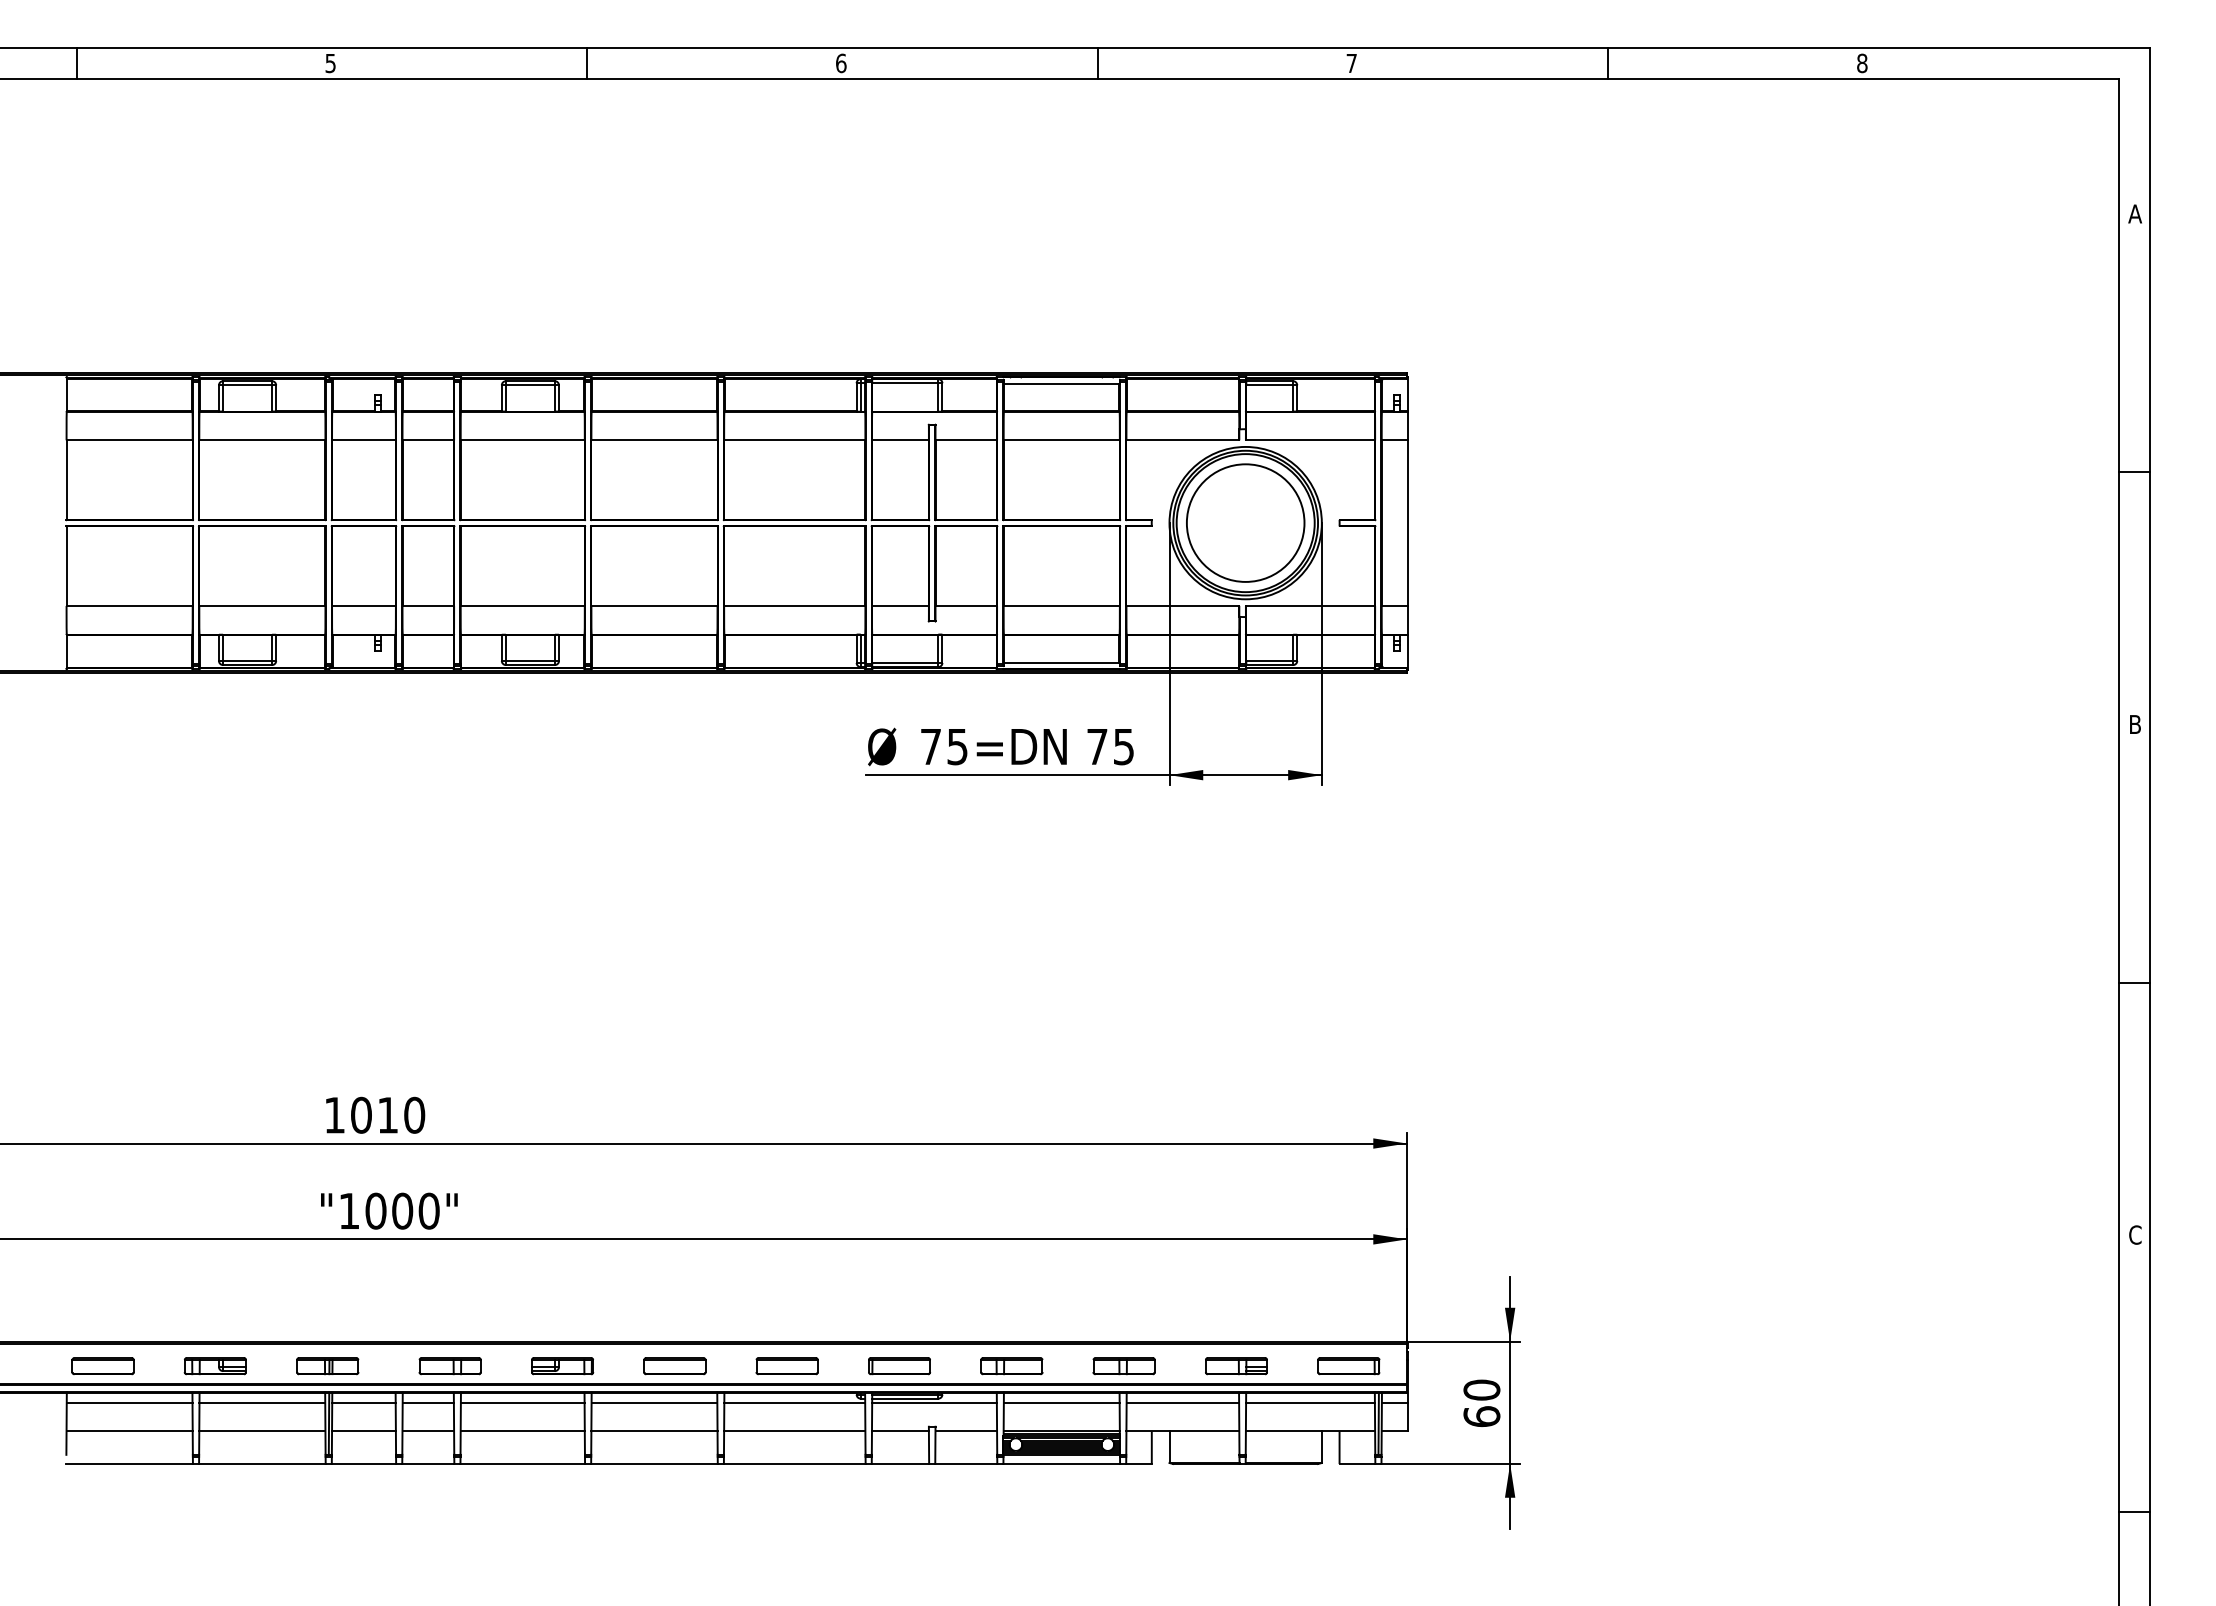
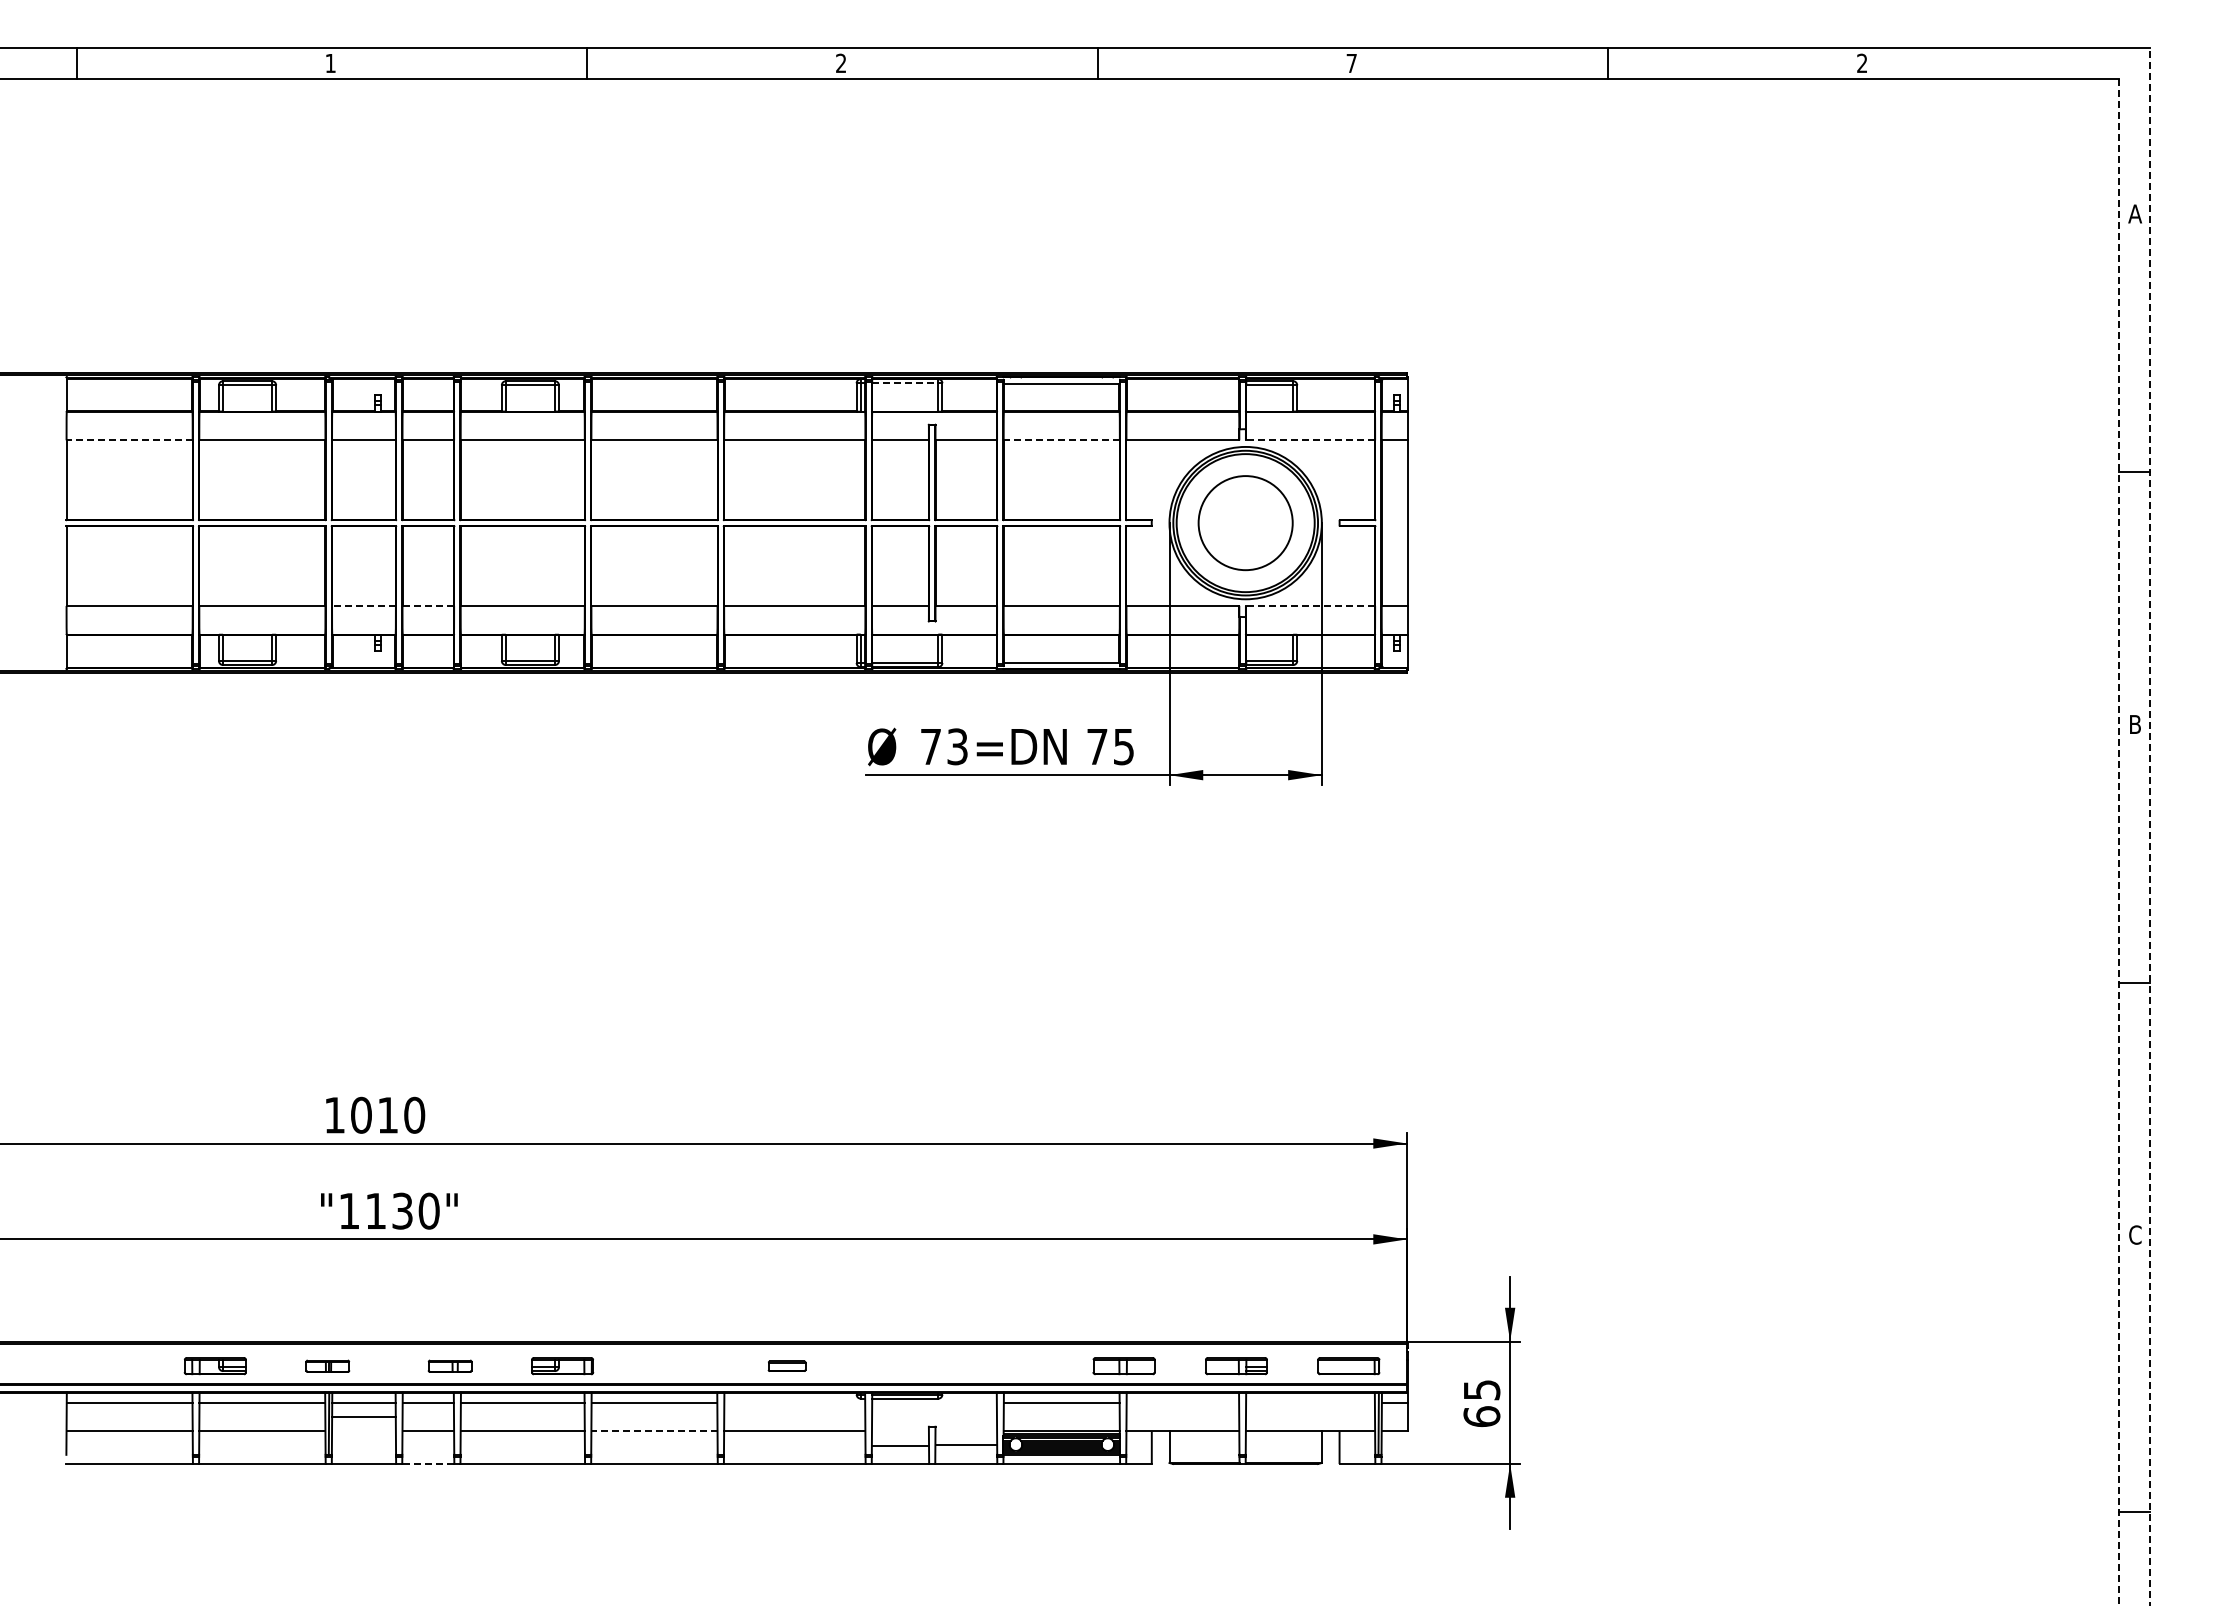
text at (330, 63): 5 -> 1
text at (841, 63): 6 -> 2
text at (1862, 63): 8 -> 2
line at (905, 383): solid -> dashed
line at (129, 440): solid -> dashed
line at (1061, 440): solid -> dashed
line at (1310, 440): solid -> dashed
circle at (1245, 522) diameter: 118 px -> 94 px
line at (363, 605): solid -> dashed
line at (428, 605): solid -> dashed
line at (1310, 605): solid -> dashed
text at (957, 746): 75 -> 73
line at (2149, 826): solid -> dashed
line at (2118, 842): solid -> dashed
text at (389, 1210): "1000" -> "1130"
part at (102, 1366): present -> none
part at (327, 1366) size: 64x19 px -> 46x14 px
part at (449, 1366) size: 64x19 px -> 46x14 px
part at (674, 1366): present -> none
part at (786, 1366) size: 64x19 px -> 40x12 px
part at (899, 1366): present -> none
part at (1011, 1366): present -> none
text at (1481, 1389): 60 -> 65
line at (794, 1402): present -> none
line at (934, 1402): present -> none
line at (1182, 1402): present -> none
line at (1310, 1402): present -> none
line at (363, 1431) position: (363, 1431) -> (363, 1417)
line at (653, 1431): solid -> dashed
line at (899, 1431) position: (899, 1431) -> (899, 1446)
line at (966, 1431) position: (966, 1431) -> (966, 1445)
line at (427, 1464): solid -> dashed
